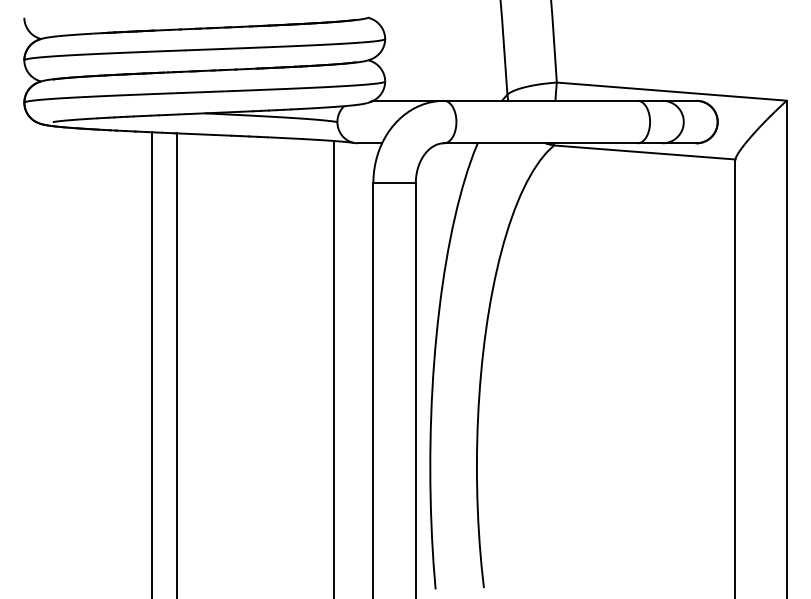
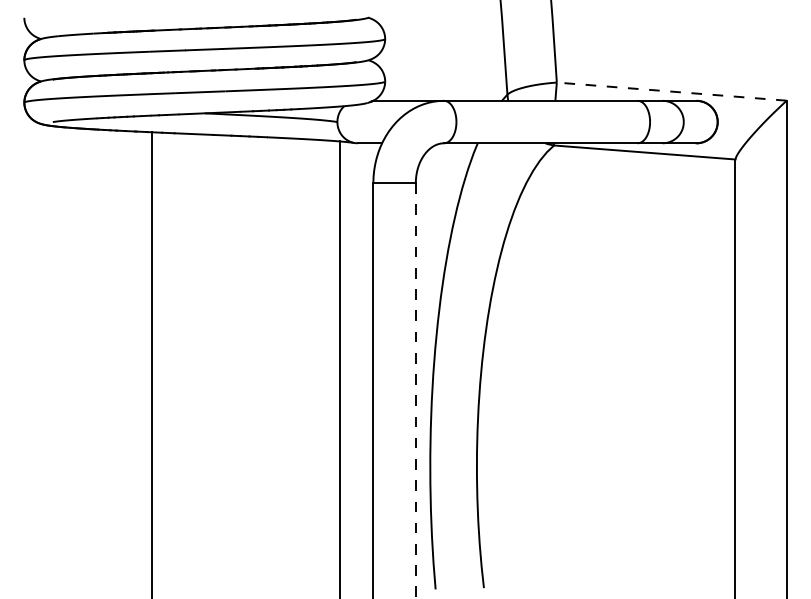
line at (671, 91): solid -> dashed
line at (177, 364): present -> none
line at (333, 367) position: (333, 367) -> (339, 367)
line at (415, 391): solid -> dashed
